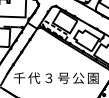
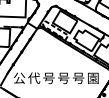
text at (18, 78): 千 -> 公
text at (48, 78): ３ -> 号
text at (78, 78): 公 -> 号
